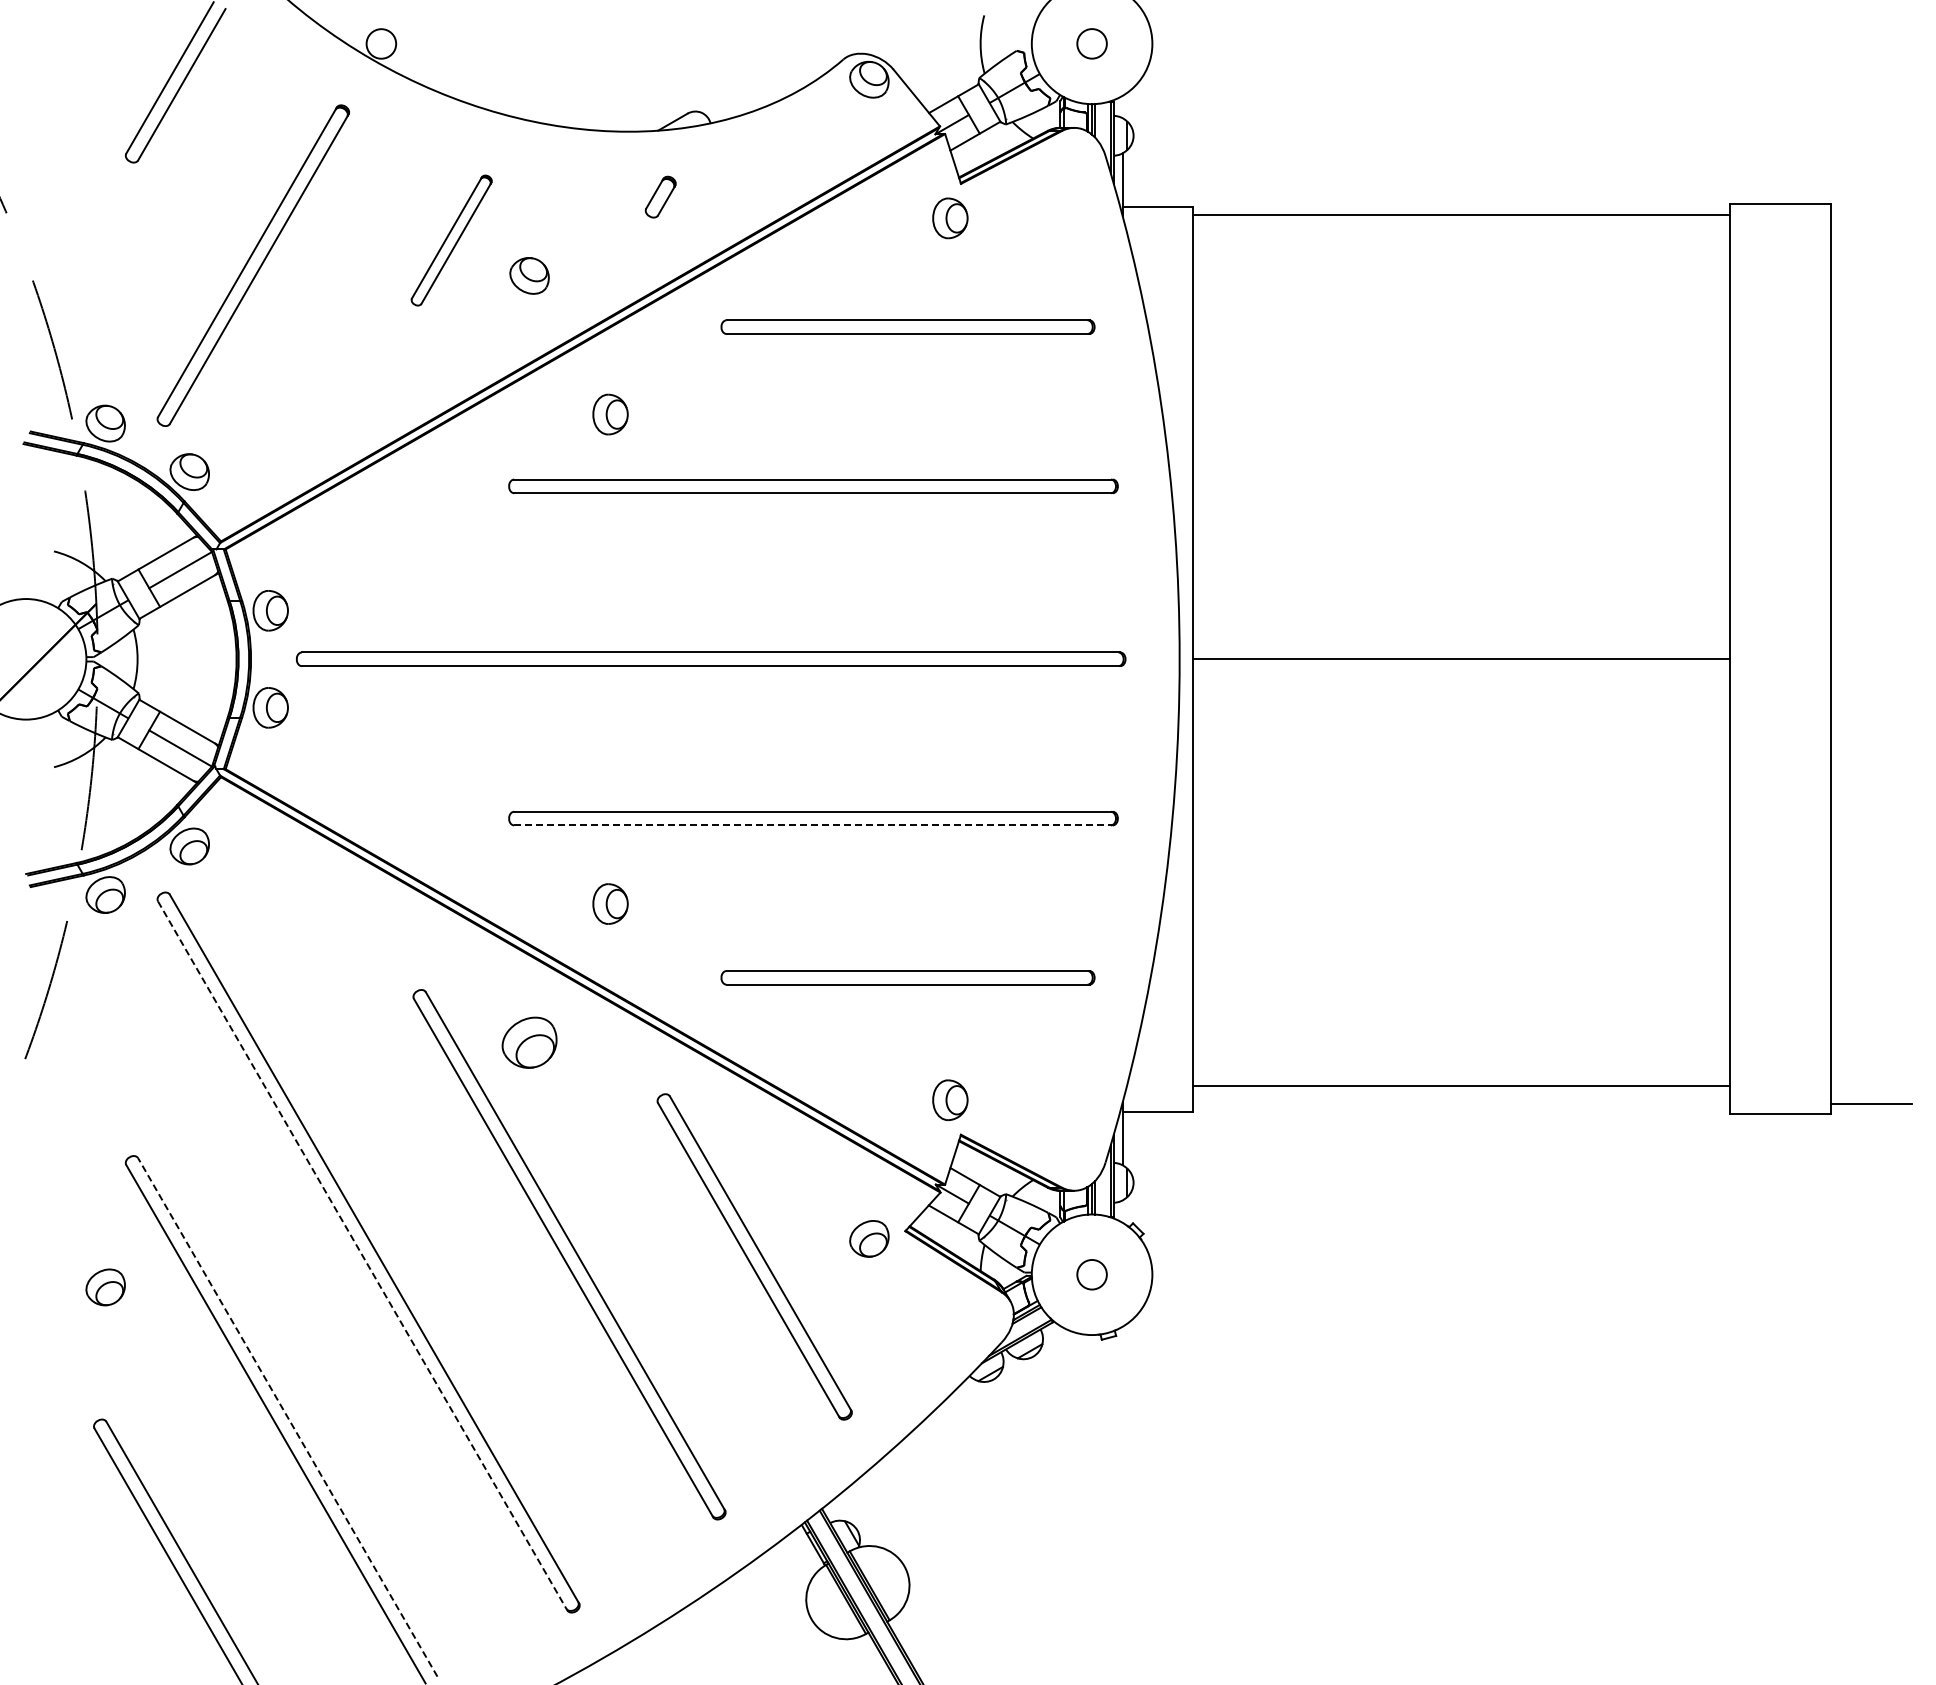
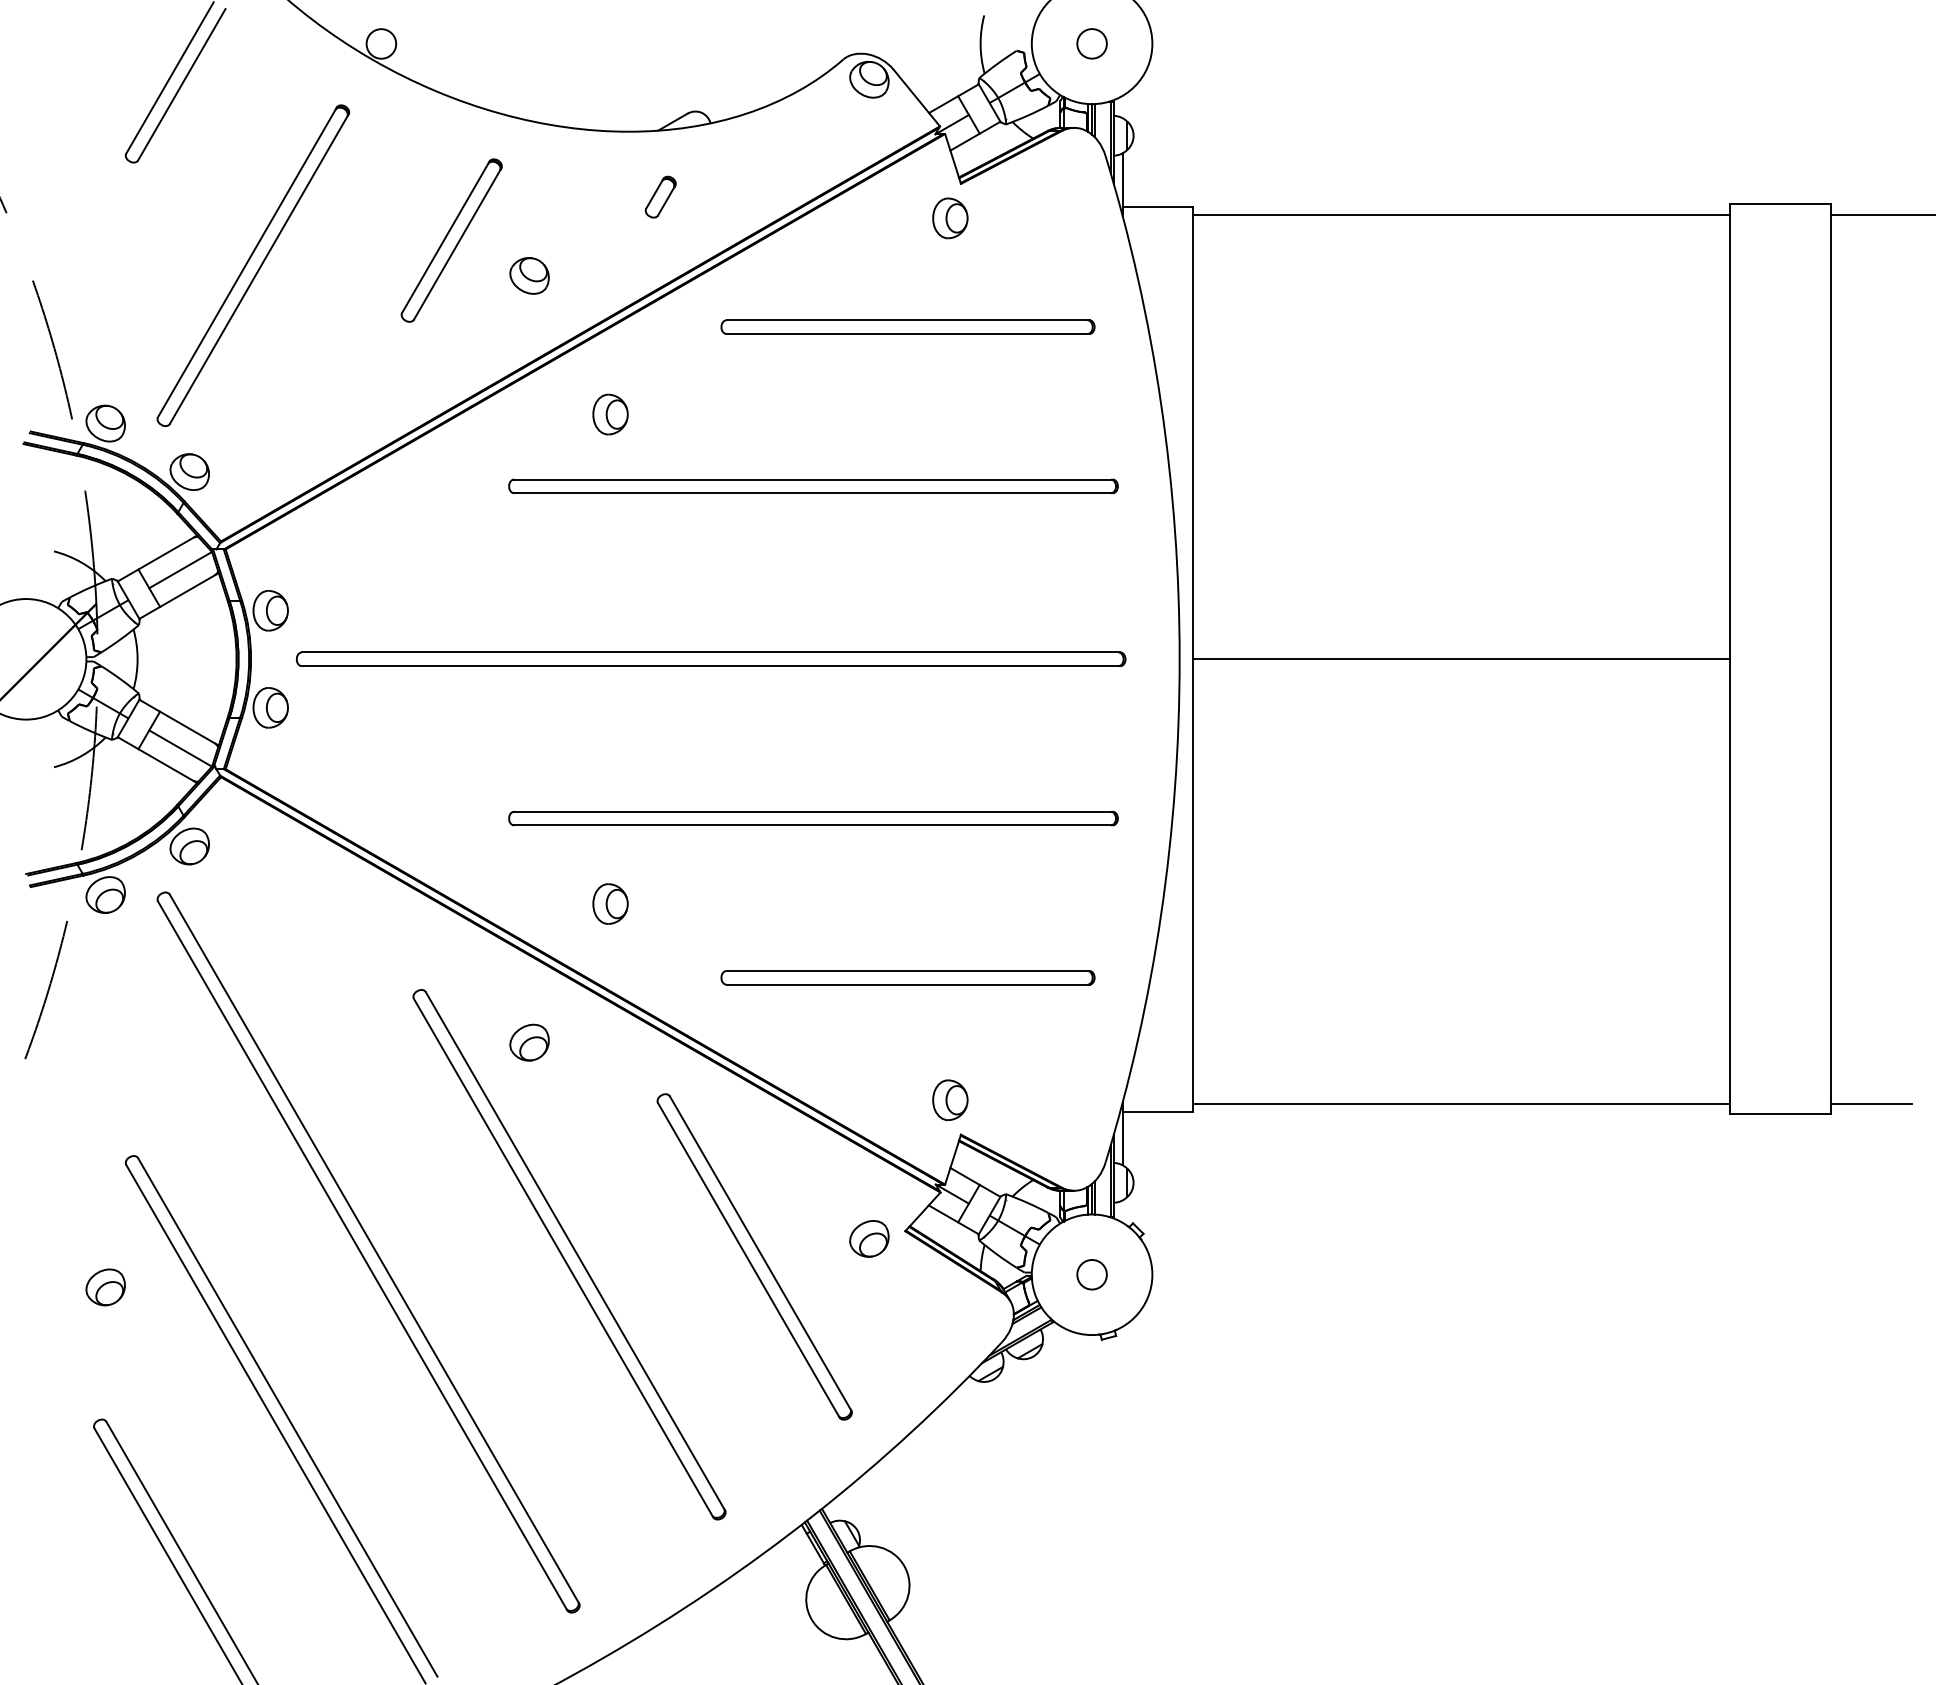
line at (1881, 215): none -> present
part at (451, 240) size: 83x133 px -> 103x165 px
line at (814, 825): dashed -> solid
part at (529, 1042) size: 57x53 px -> 41x39 px
line at (1461, 1085) position: (1461, 1085) -> (1461, 1103)
line at (362, 1256): dashed -> solid
line at (287, 1417): dashed -> solid
